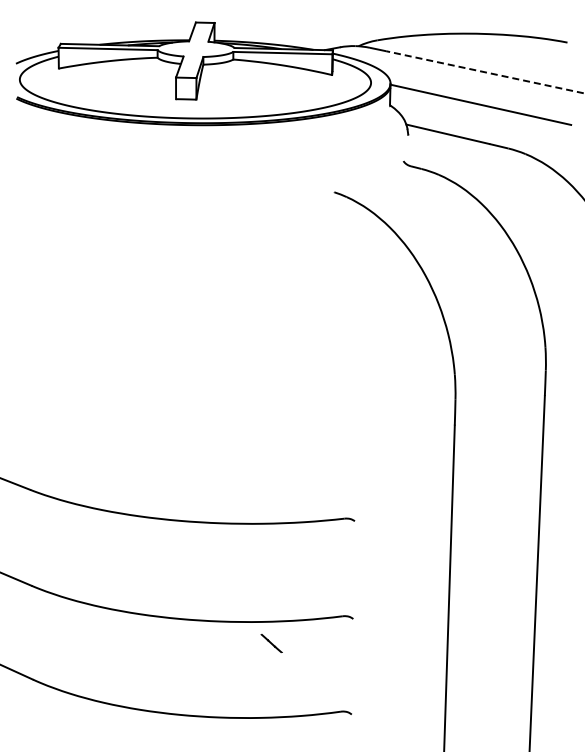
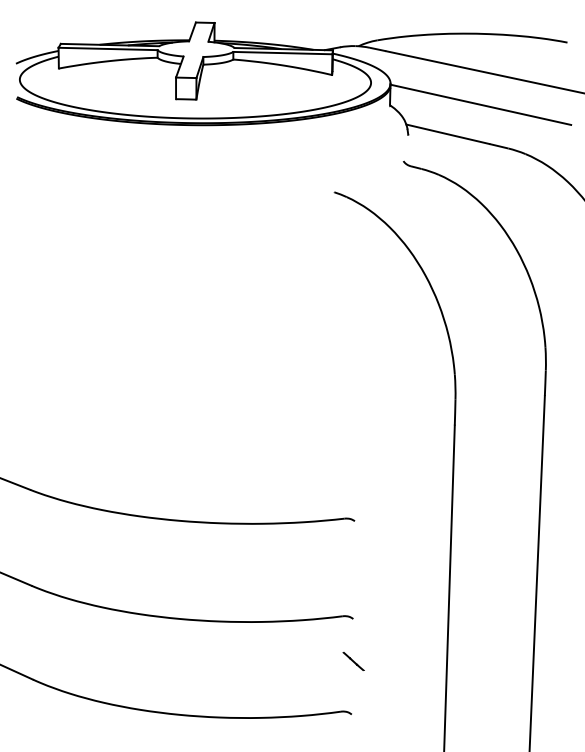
line at (485, 72): dashed -> solid
line at (271, 643) position: (271, 643) -> (353, 661)
